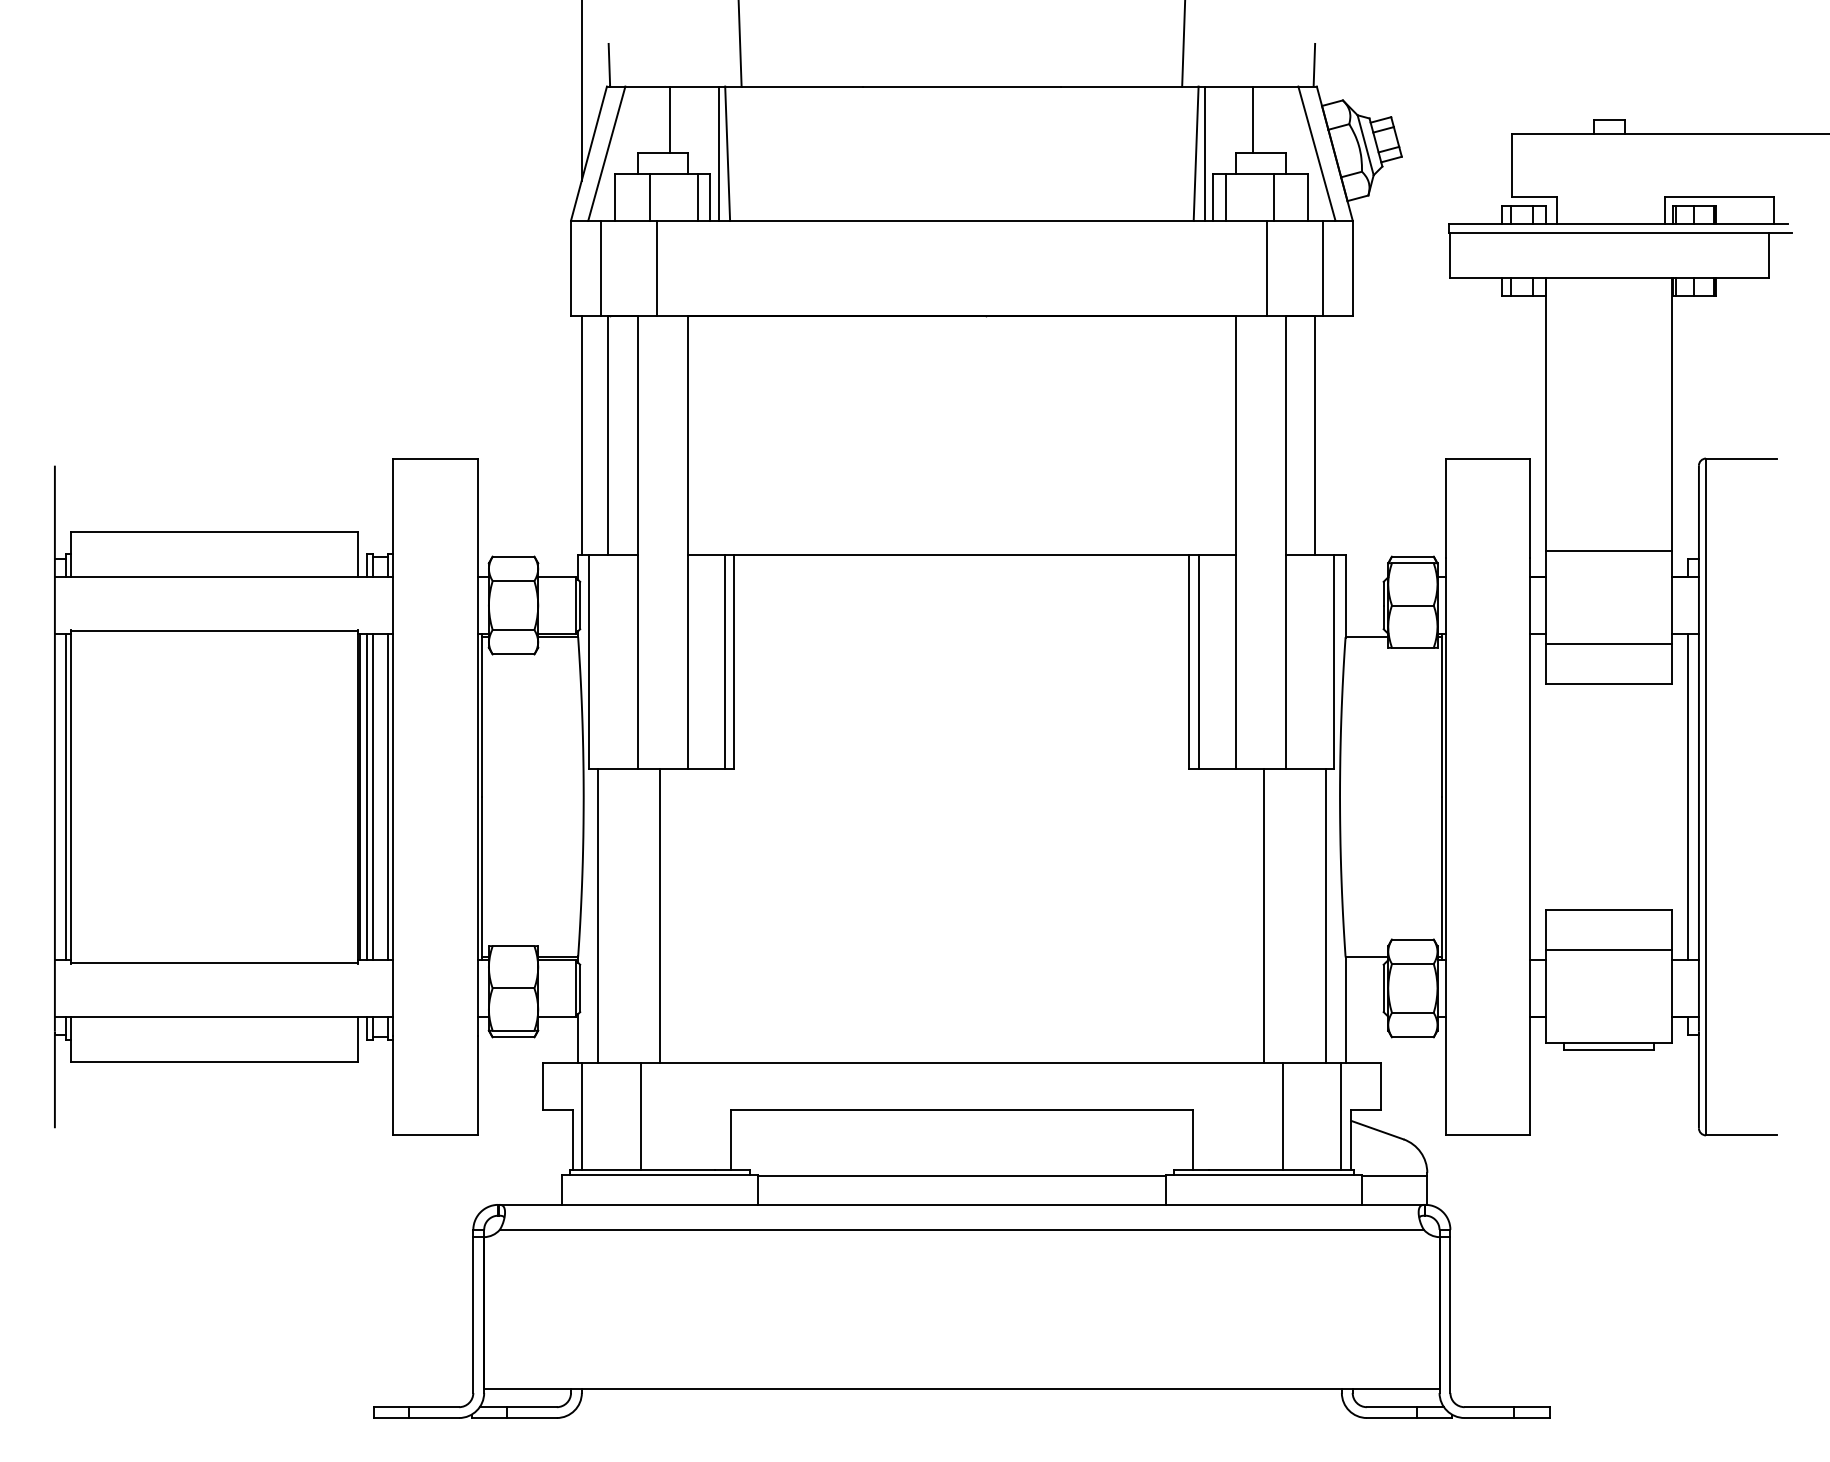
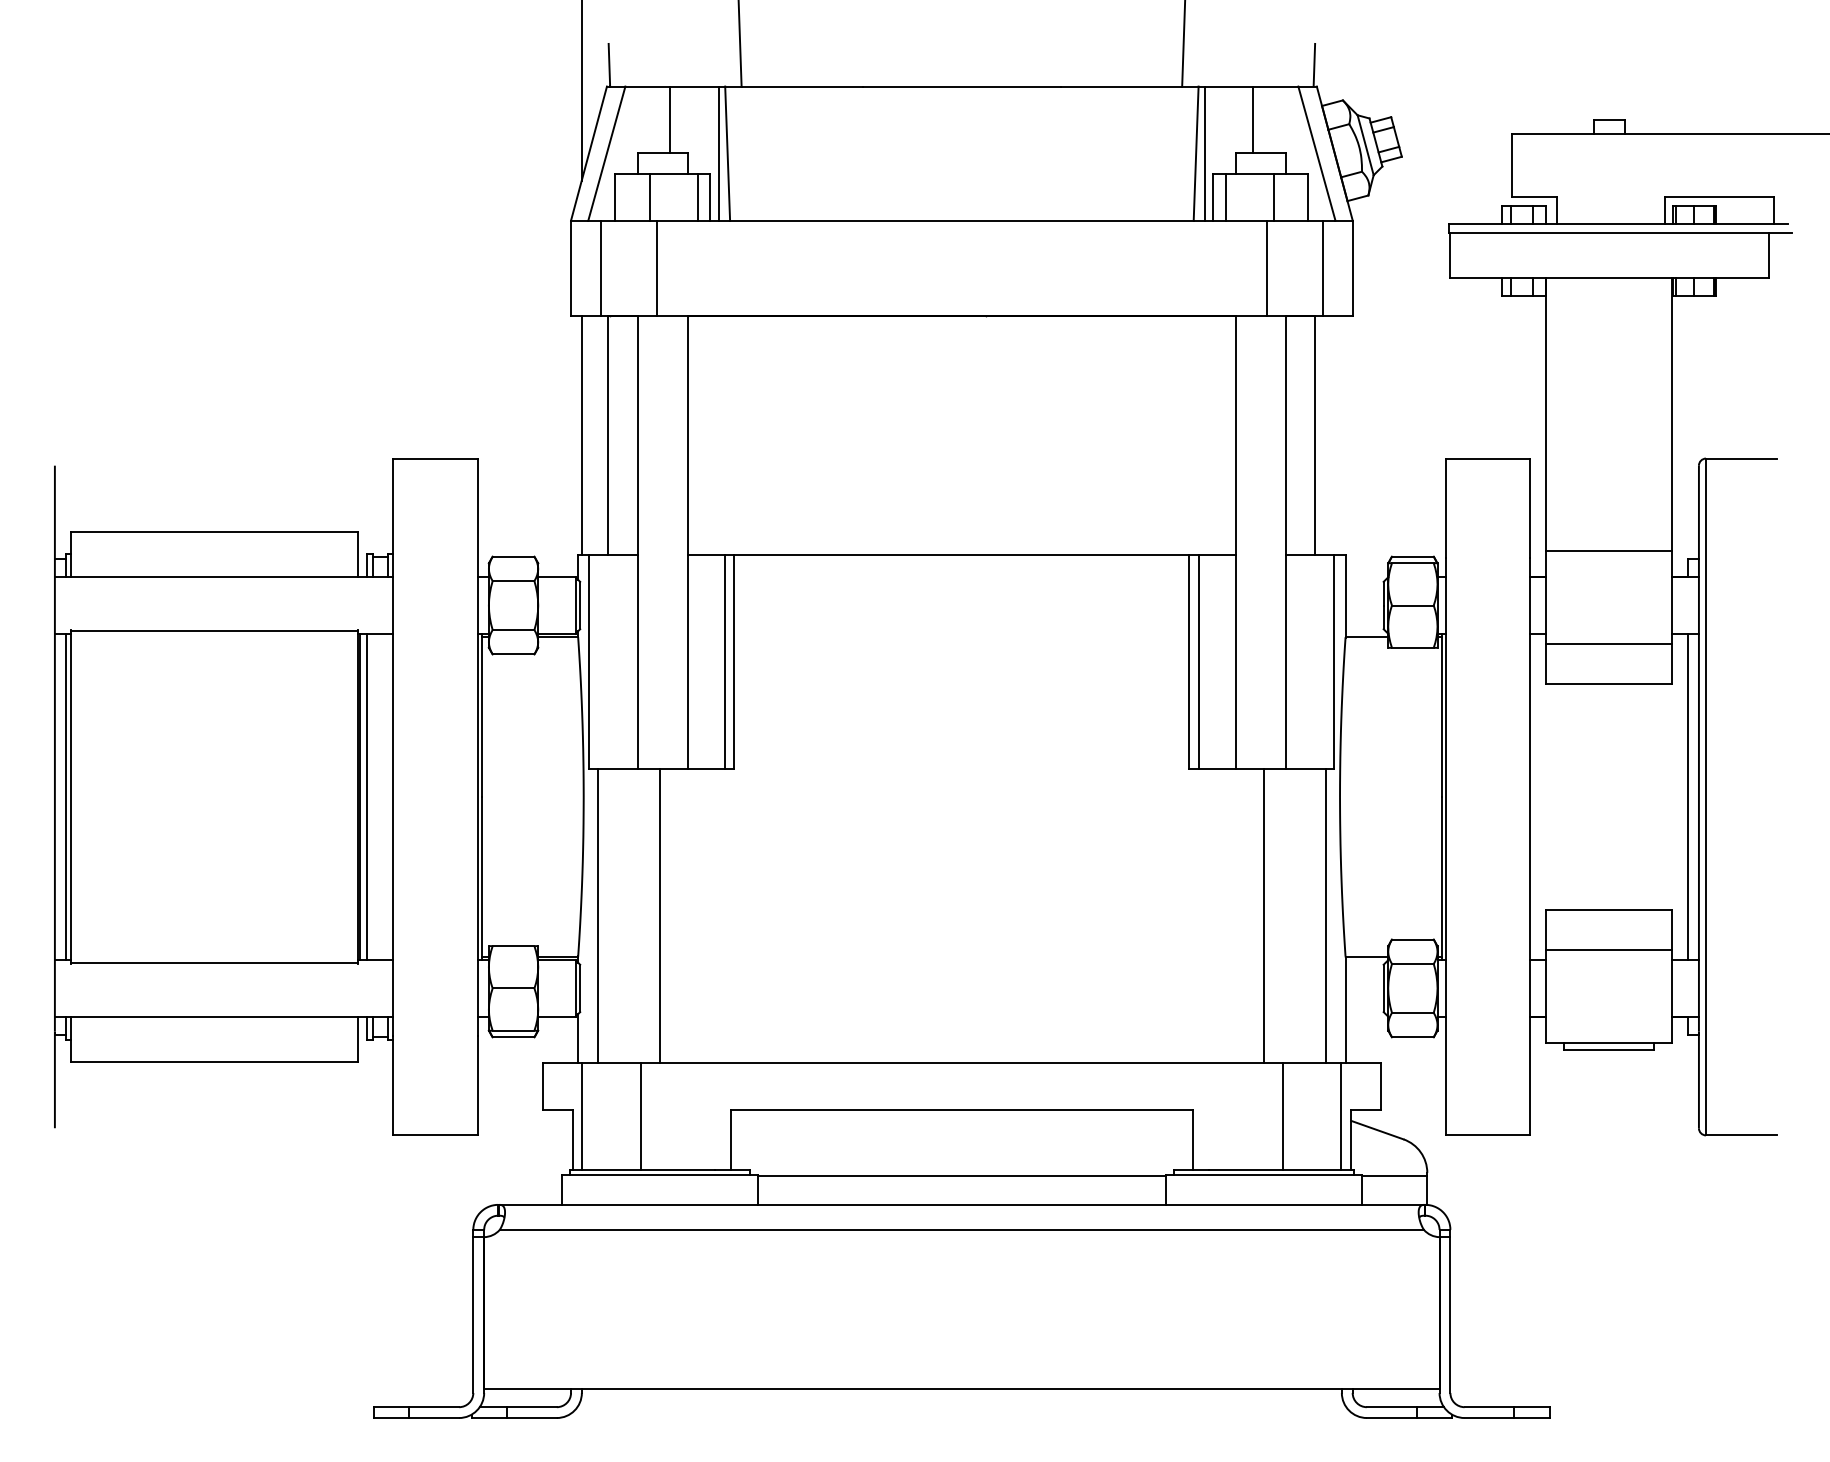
line at (372, 796): present -> none
line at (387, 796): present -> none
